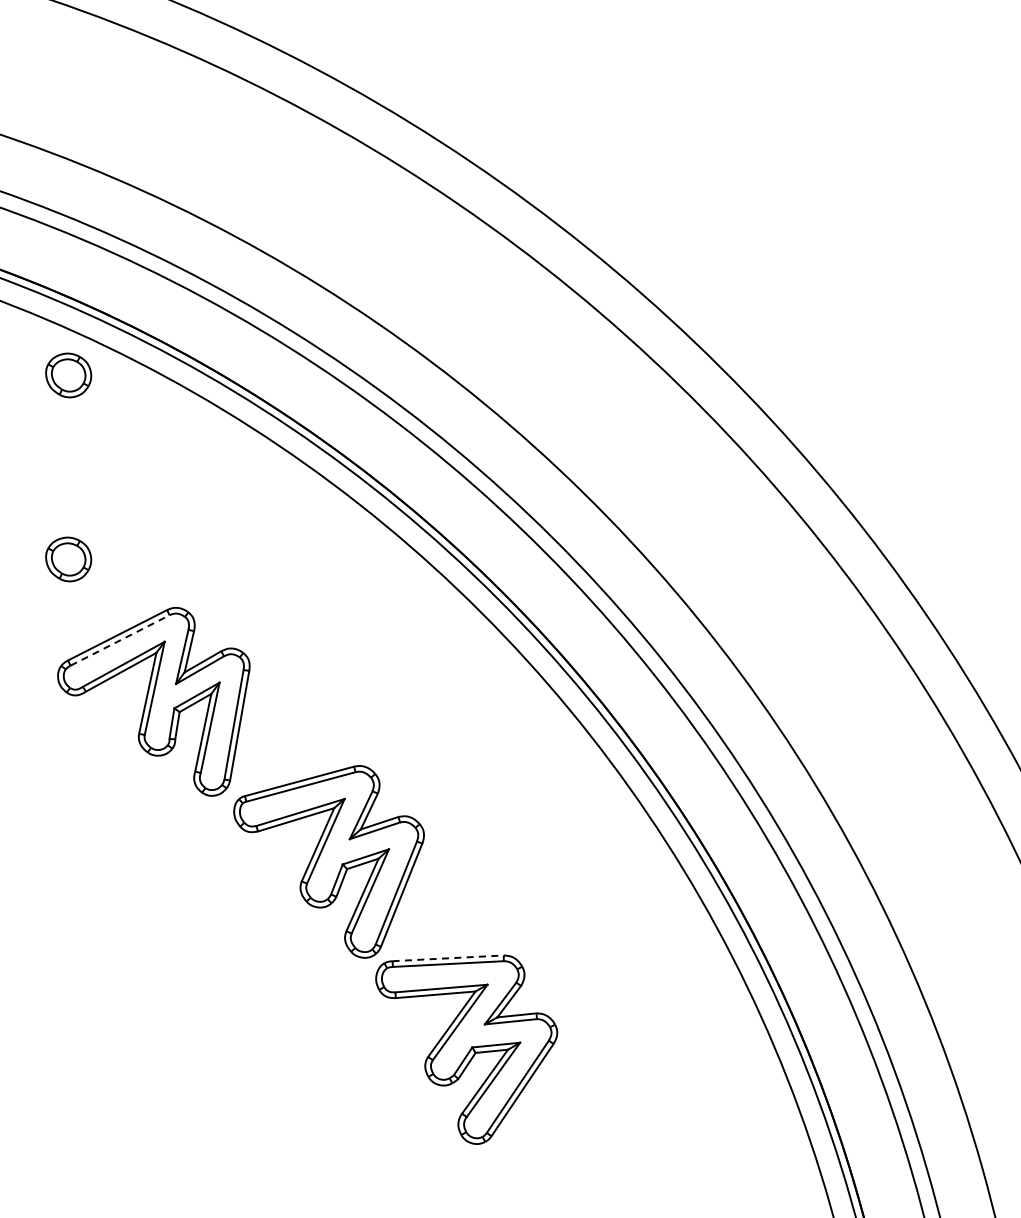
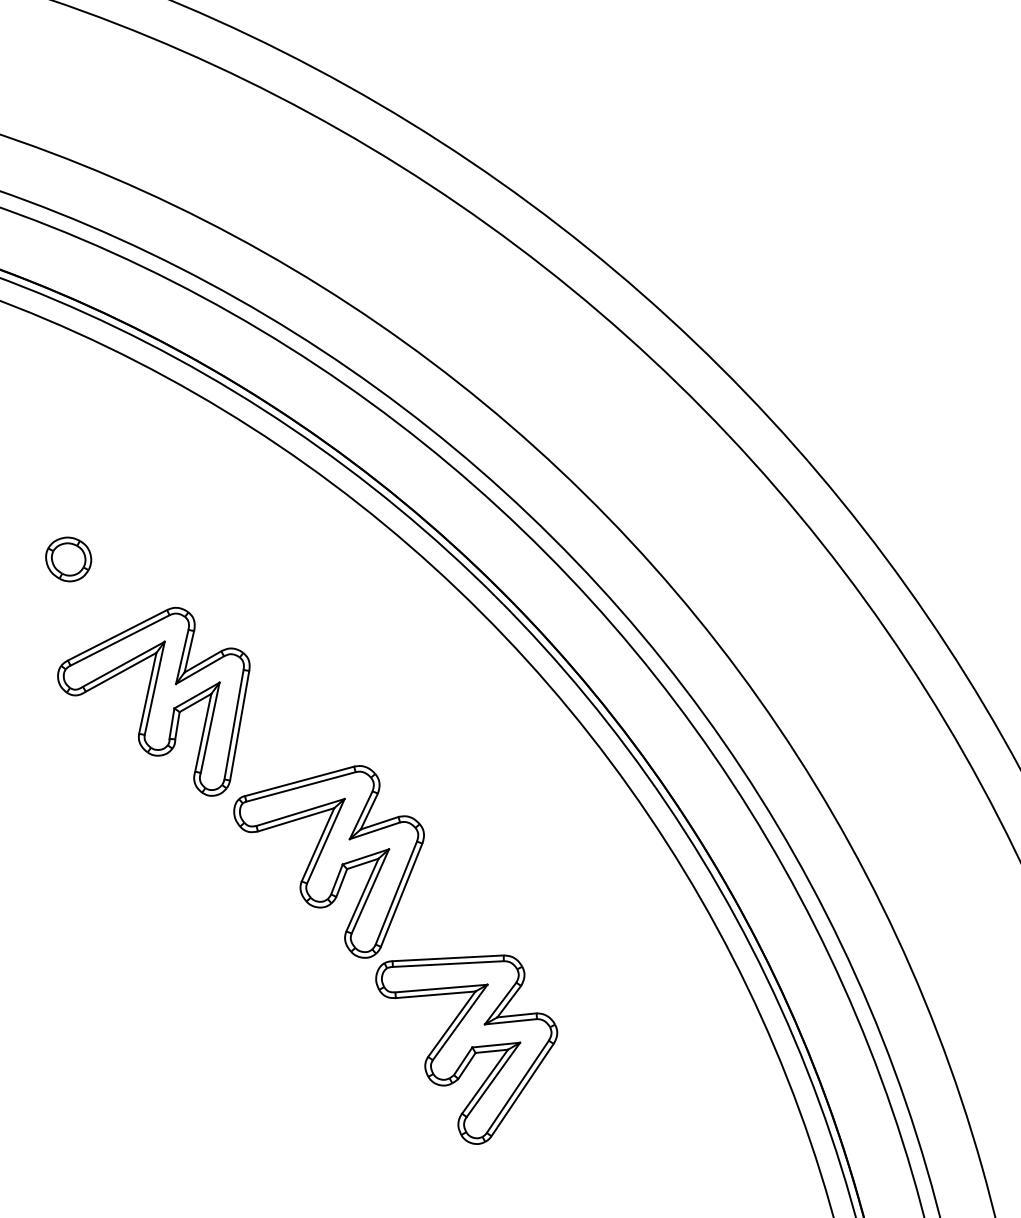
part at (68, 375): present -> none
line at (120, 640): dashed -> solid
line at (448, 958): dashed -> solid
